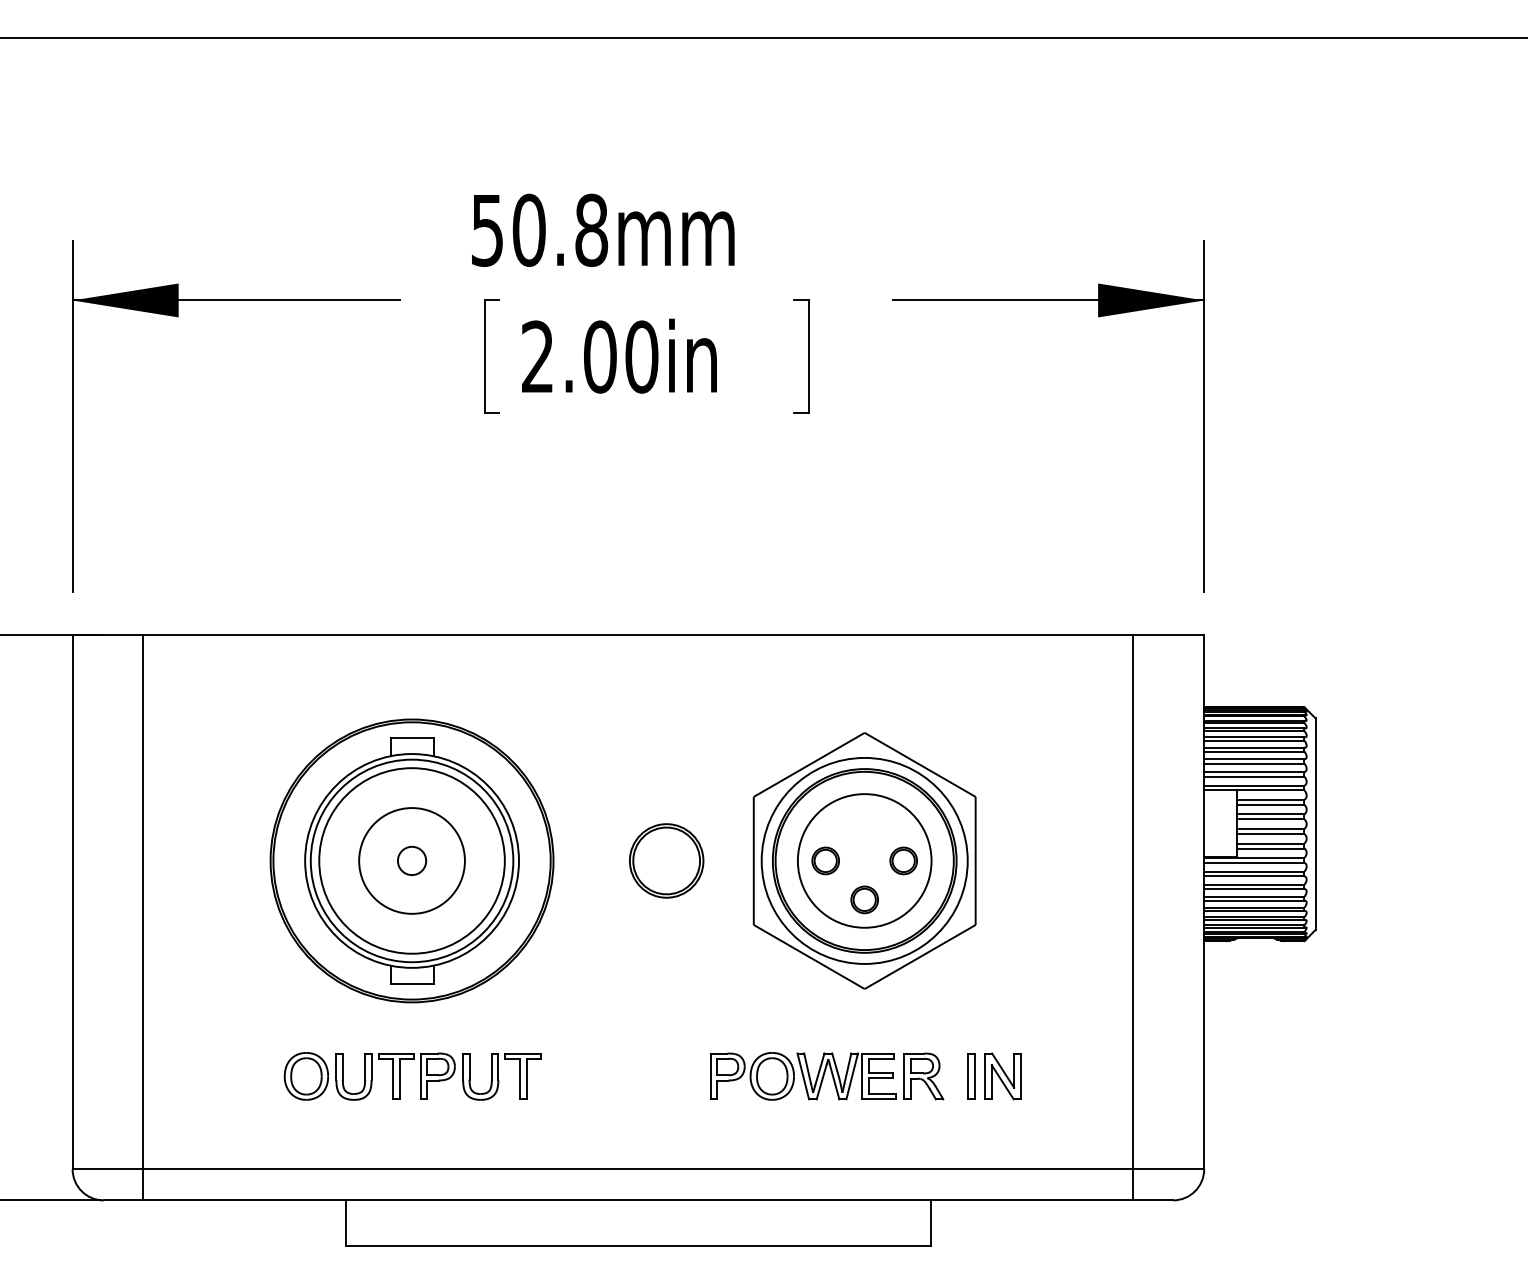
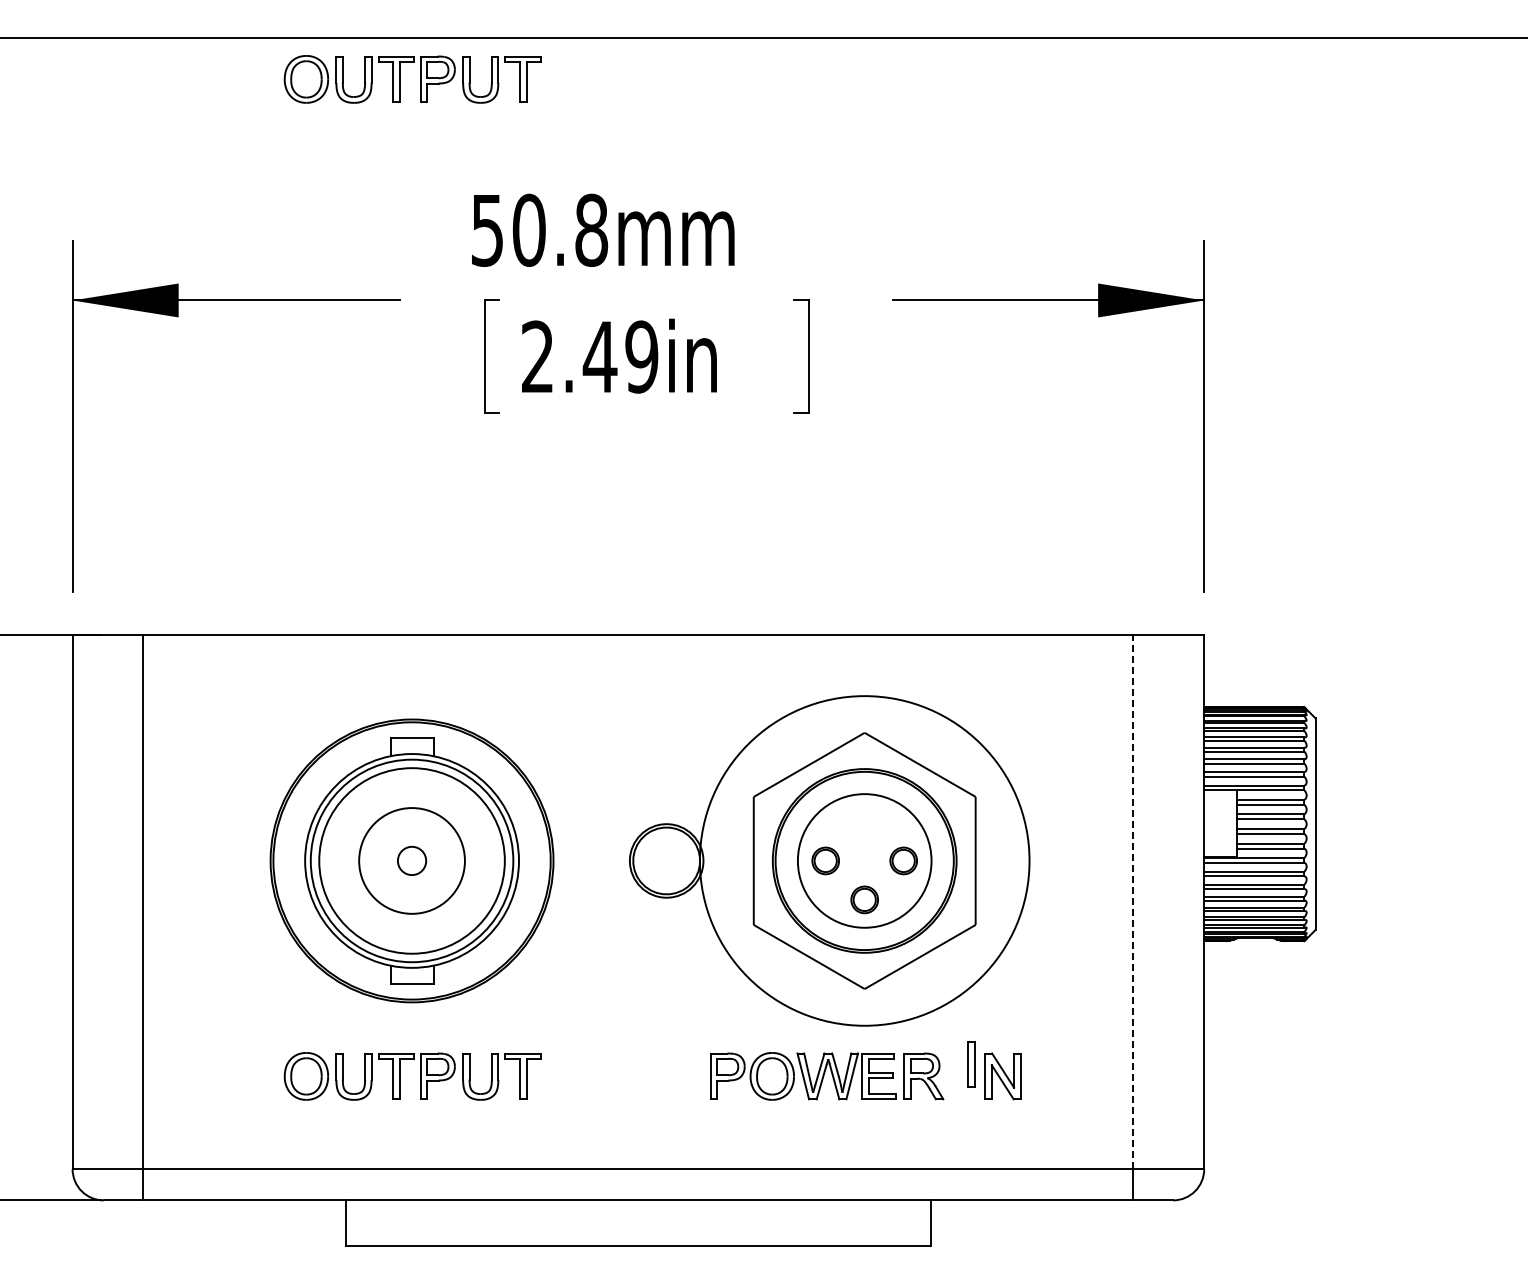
part at (420, 79): none -> present
text at (620, 356): 2.00in -> 2.49in
circle at (864, 860) diameter: 206 px -> 330 px
line at (1133, 901): solid -> dashed
part at (971, 1076) position: (971, 1076) -> (971, 1064)
